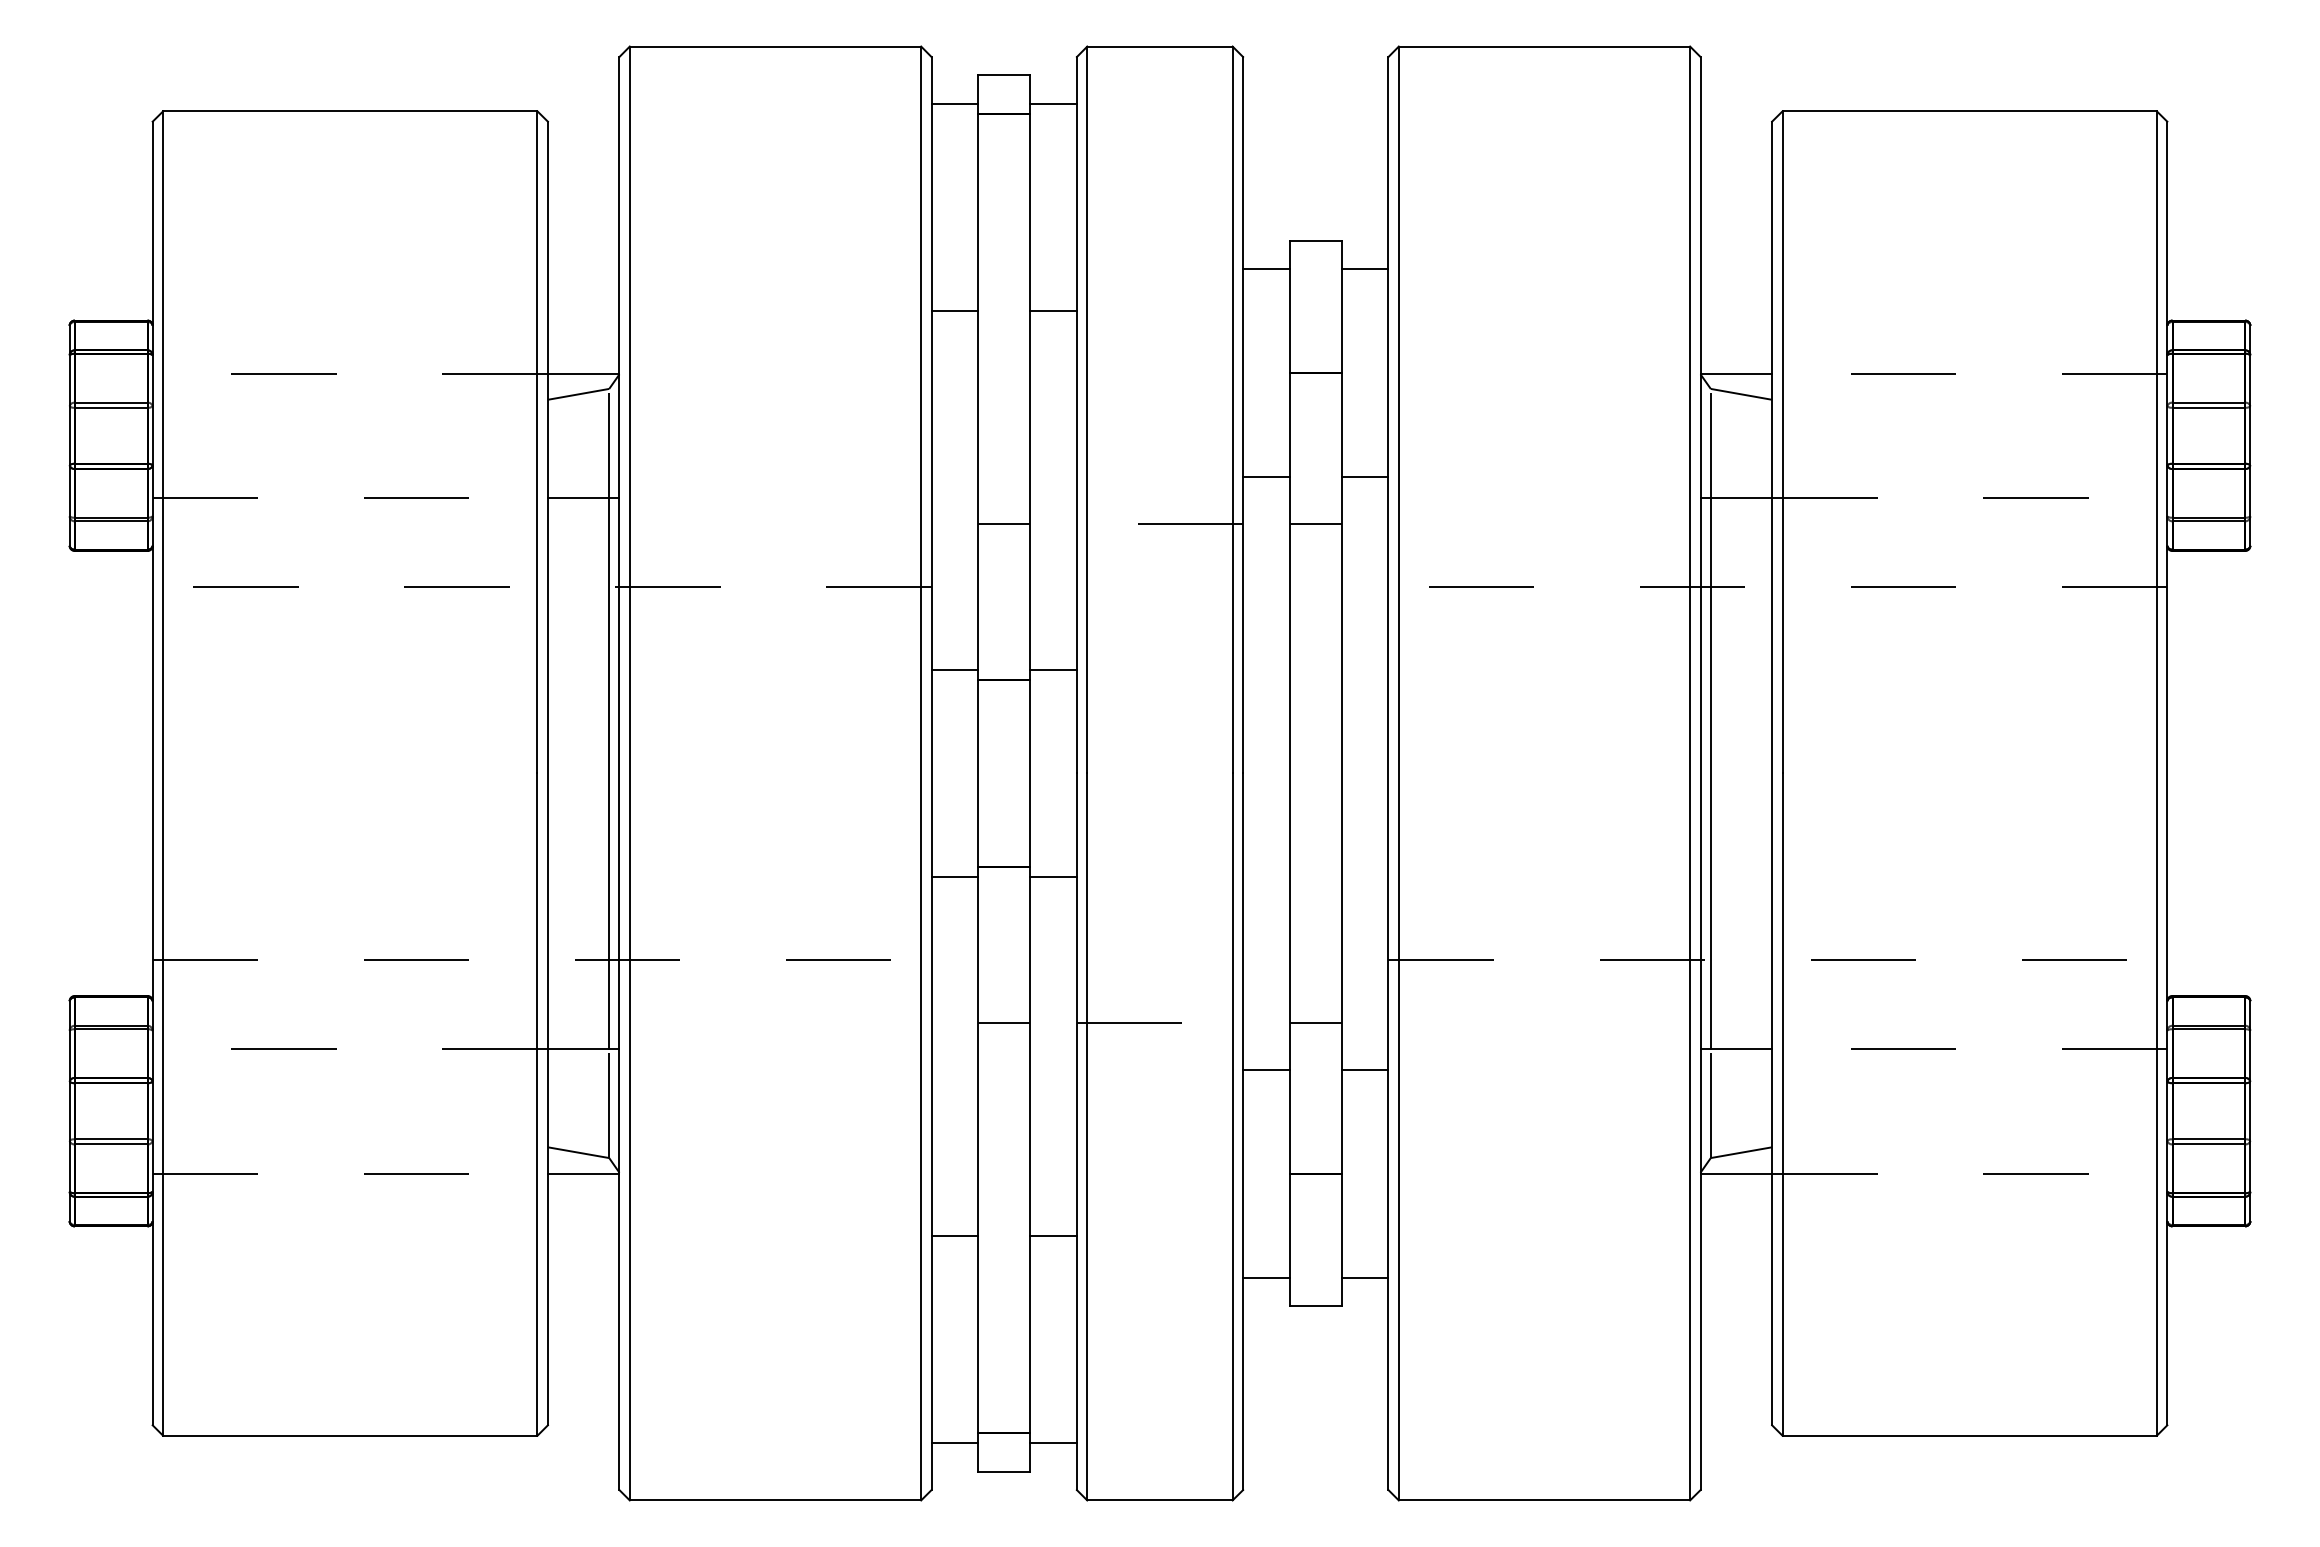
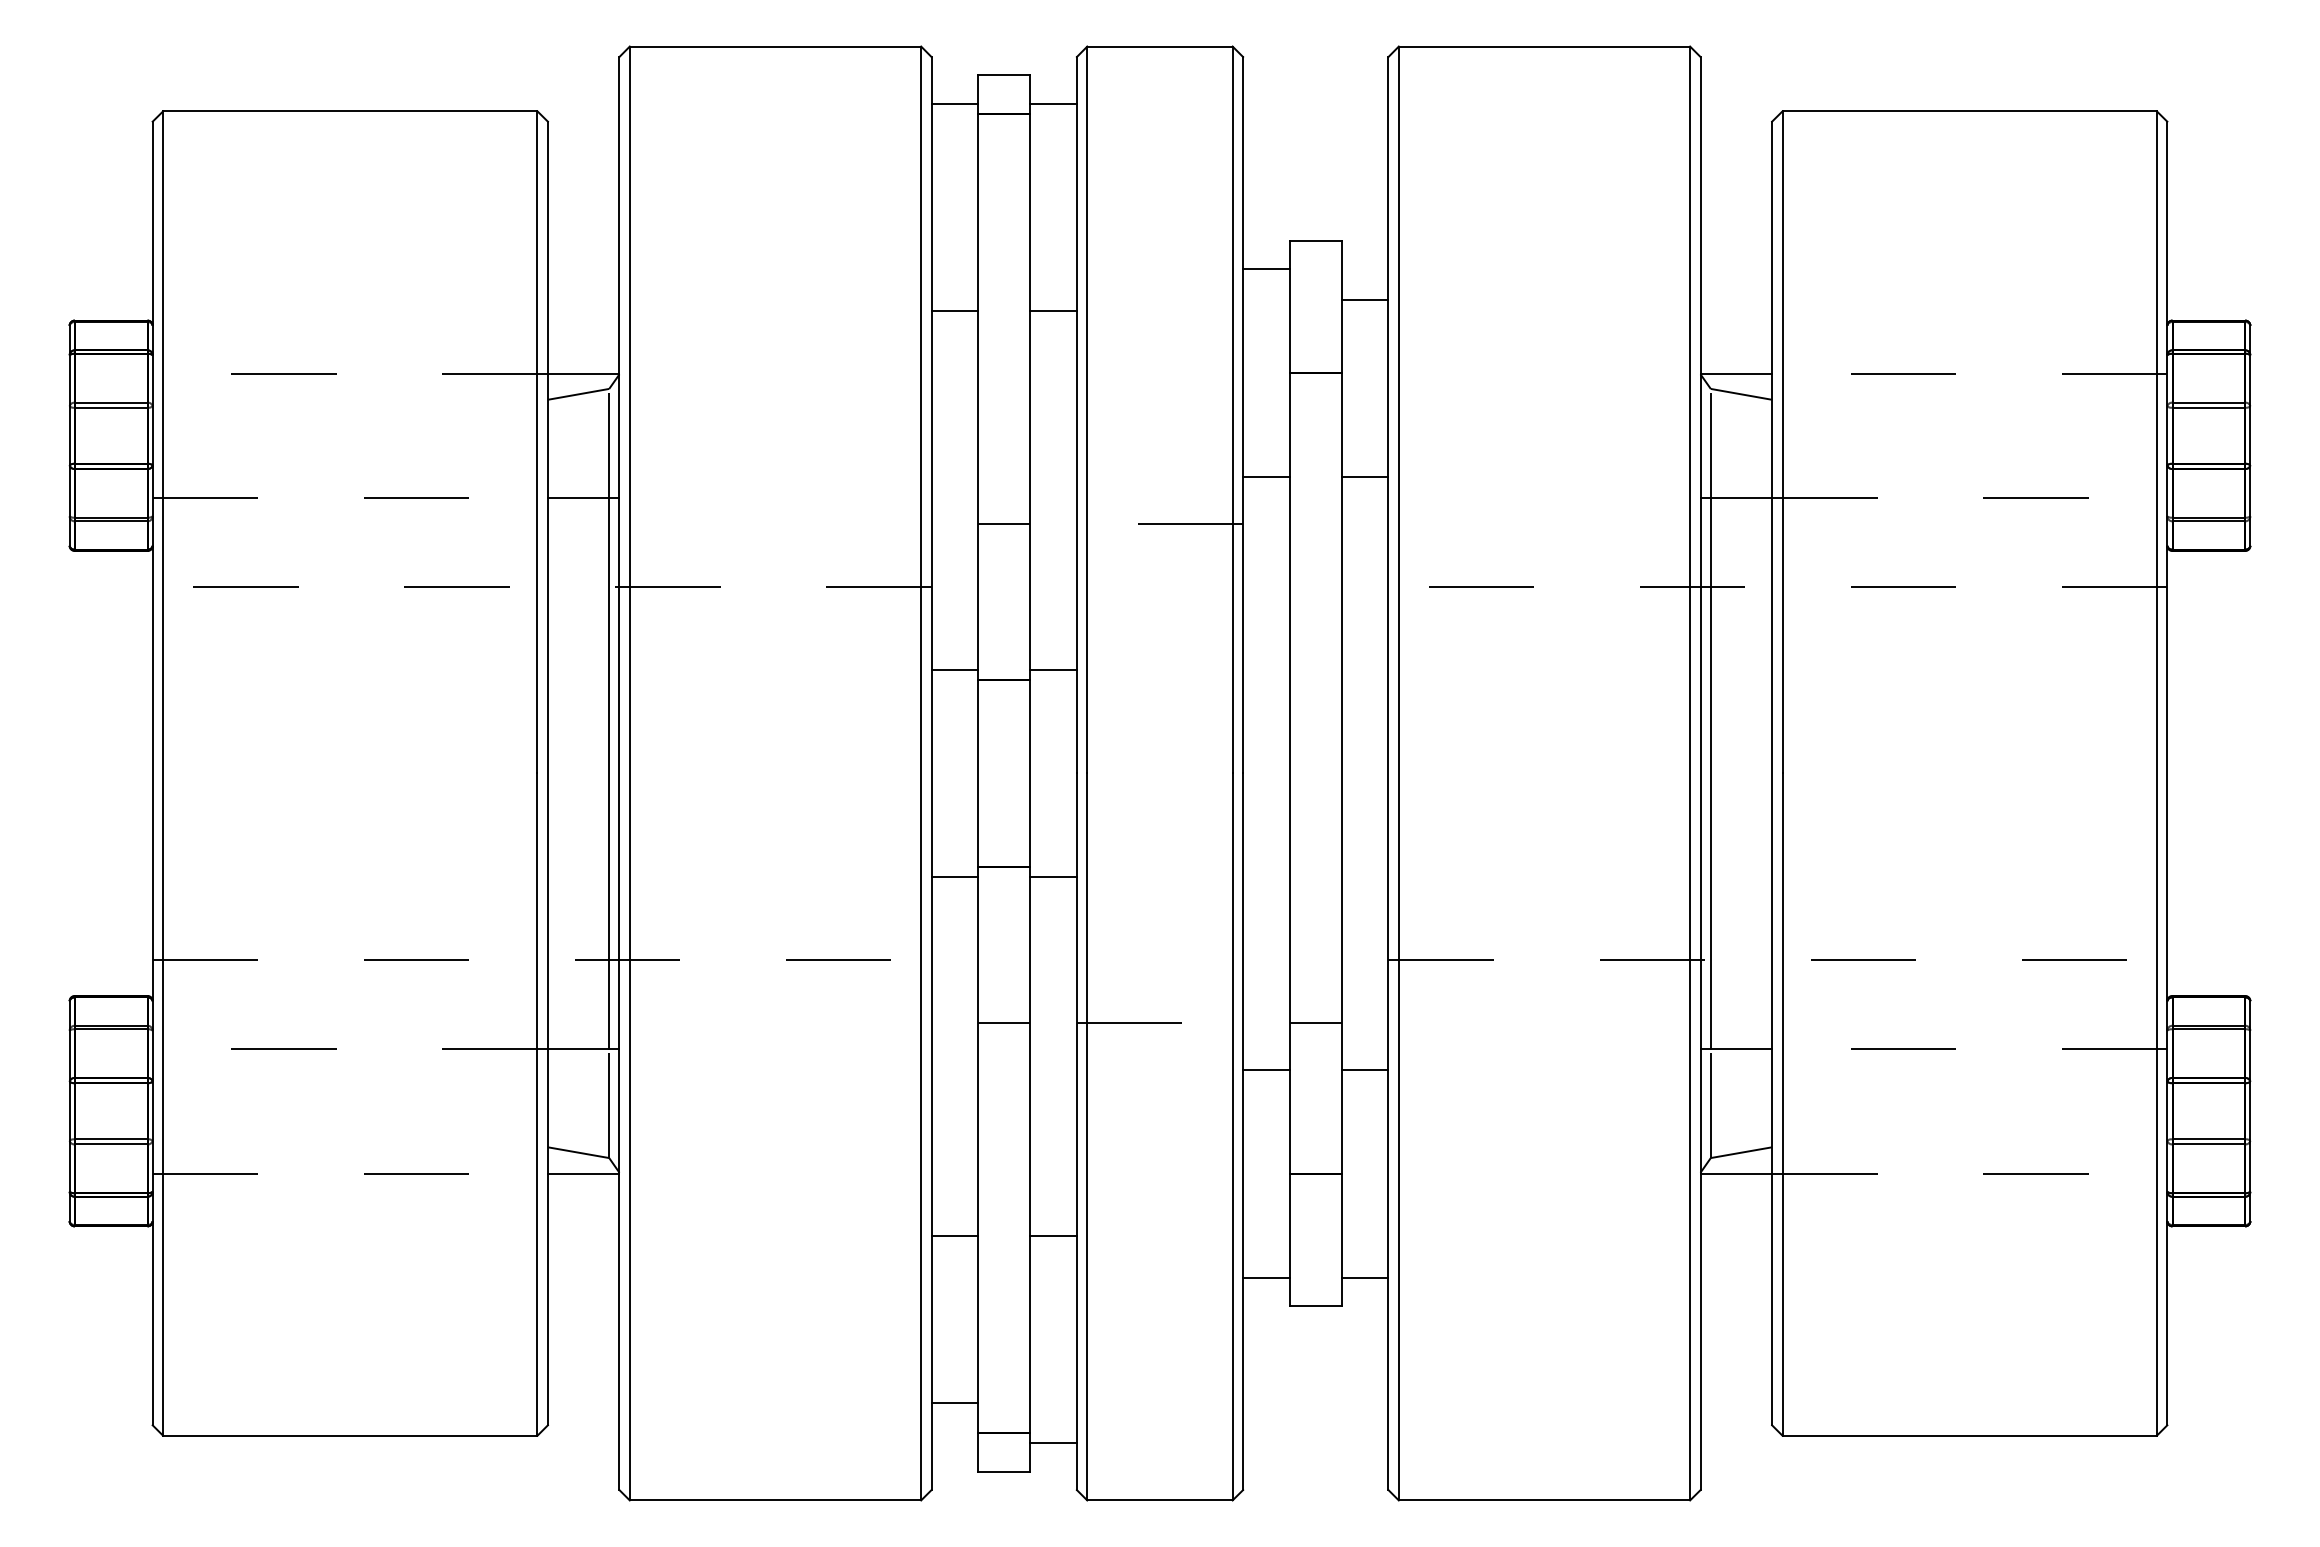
line at (1364, 269) position: (1364, 269) -> (1364, 300)
line at (1315, 524): present -> none
line at (954, 1443) position: (954, 1443) -> (954, 1403)
